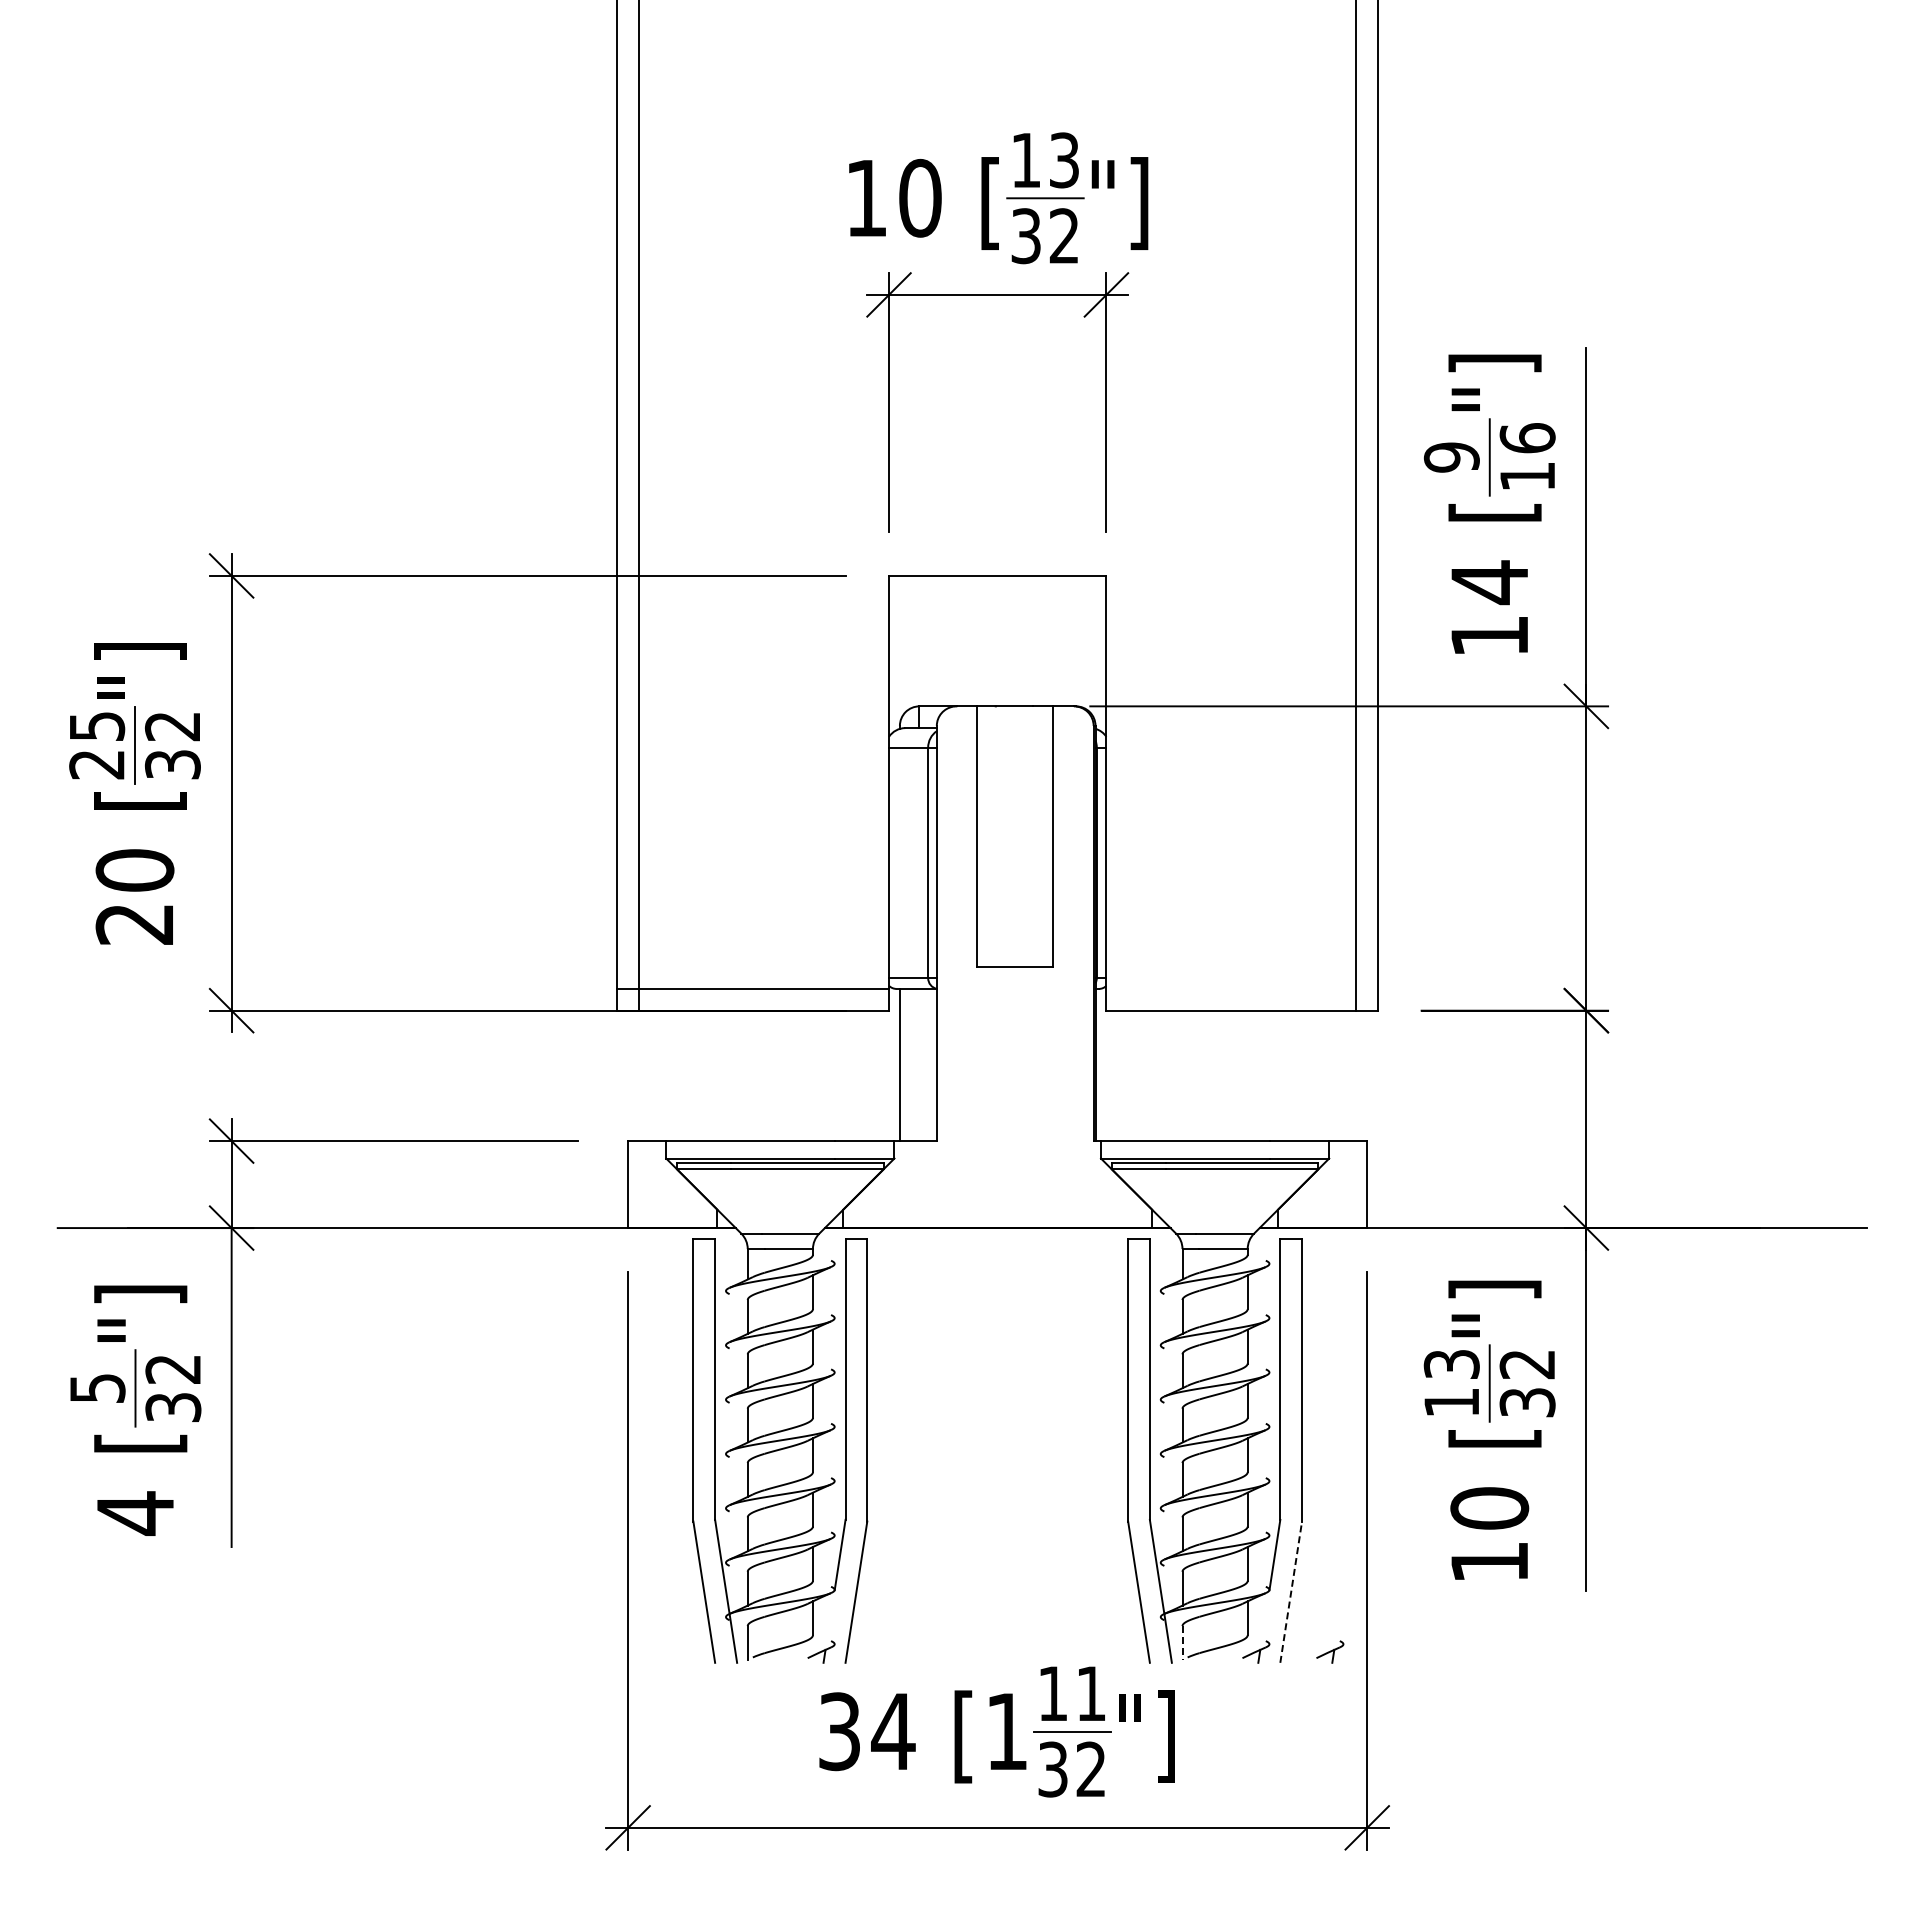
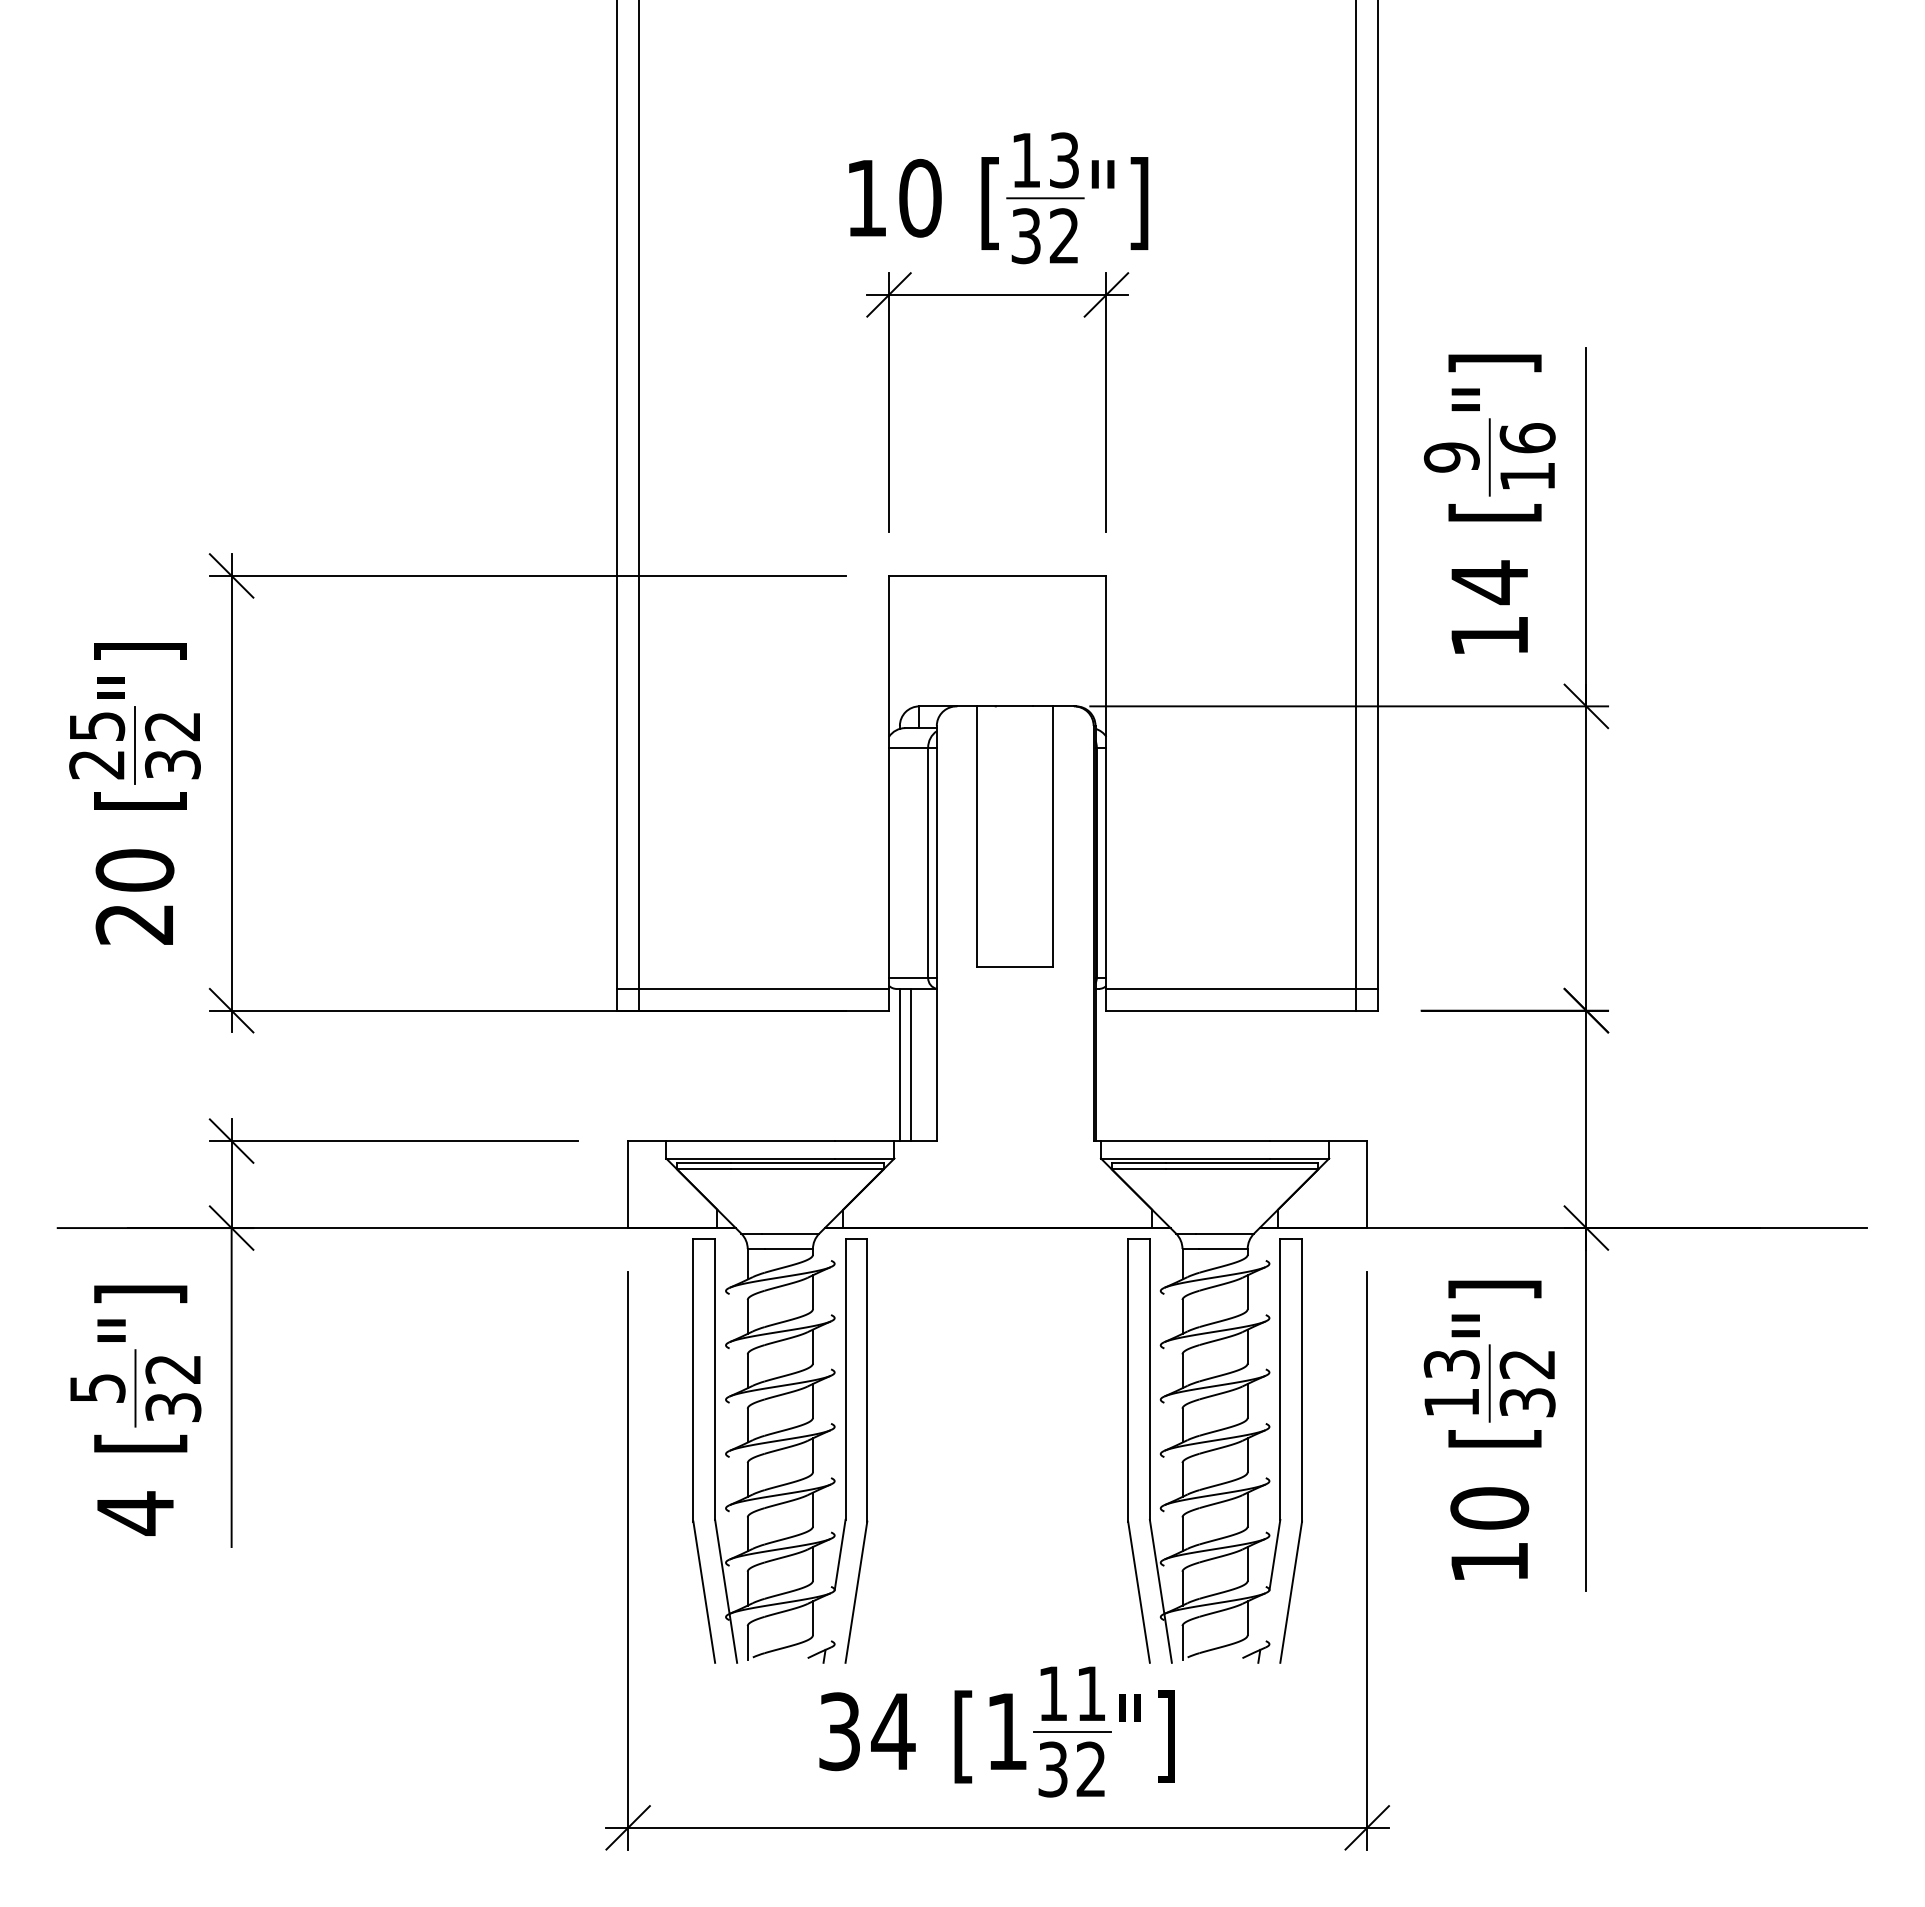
line at (1242, 988): none -> present
line at (910, 1064): none -> present
line at (1291, 1591): dashed -> solid
line at (1182, 1642): dashed -> solid
part at (1330, 1651): present -> none
